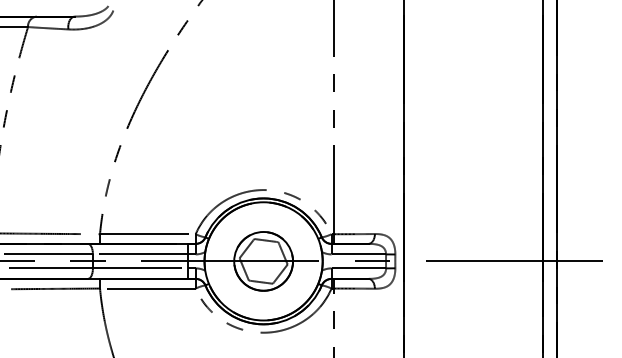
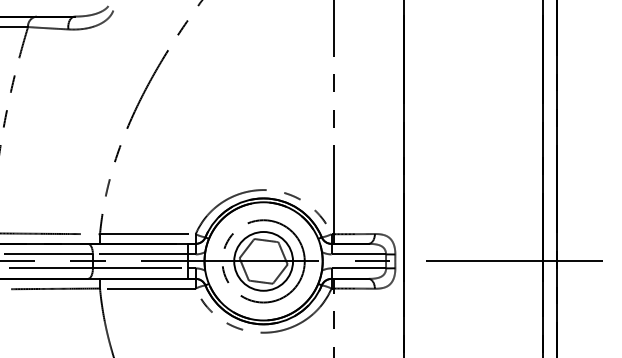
circle at (263, 260) diameter: 59 px -> 82 px
